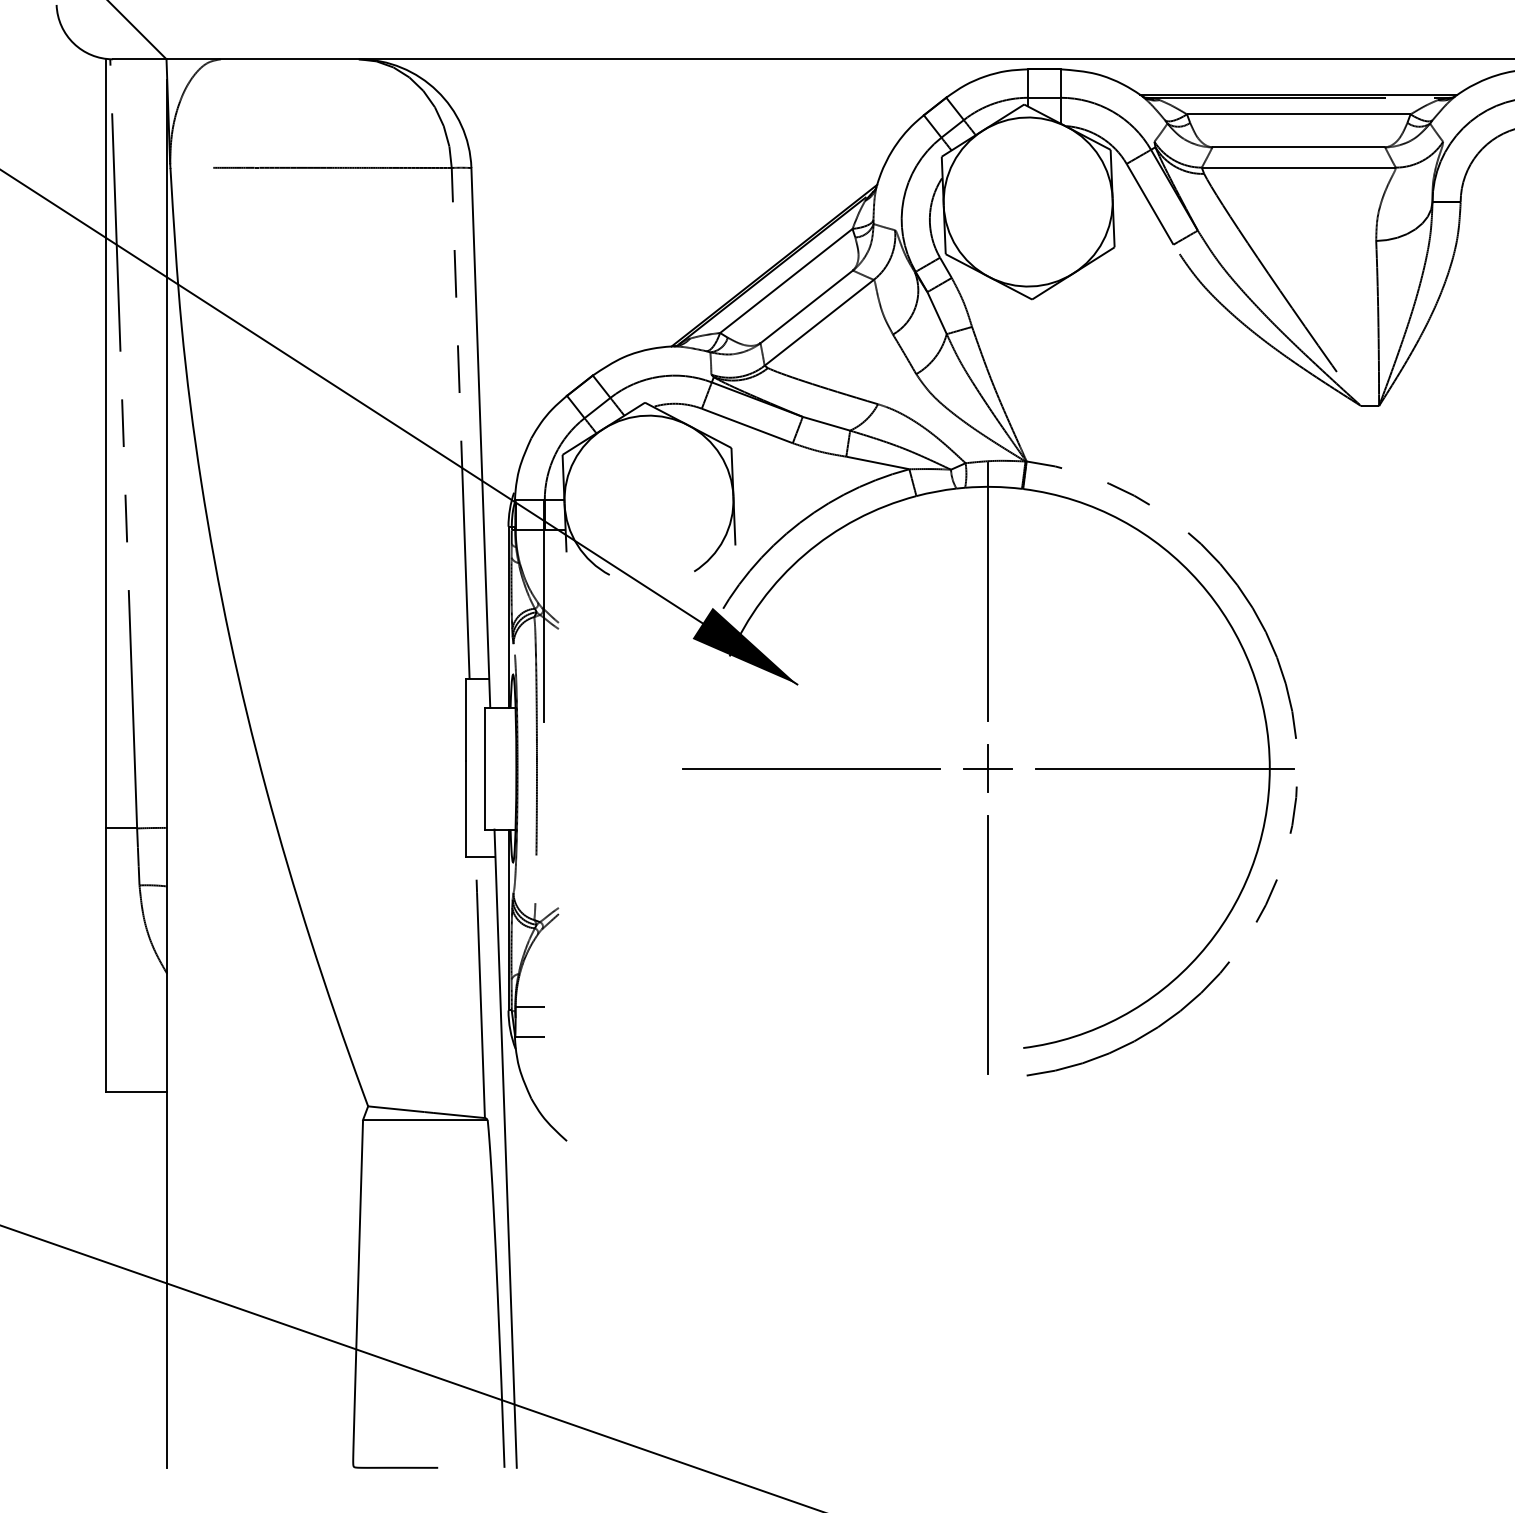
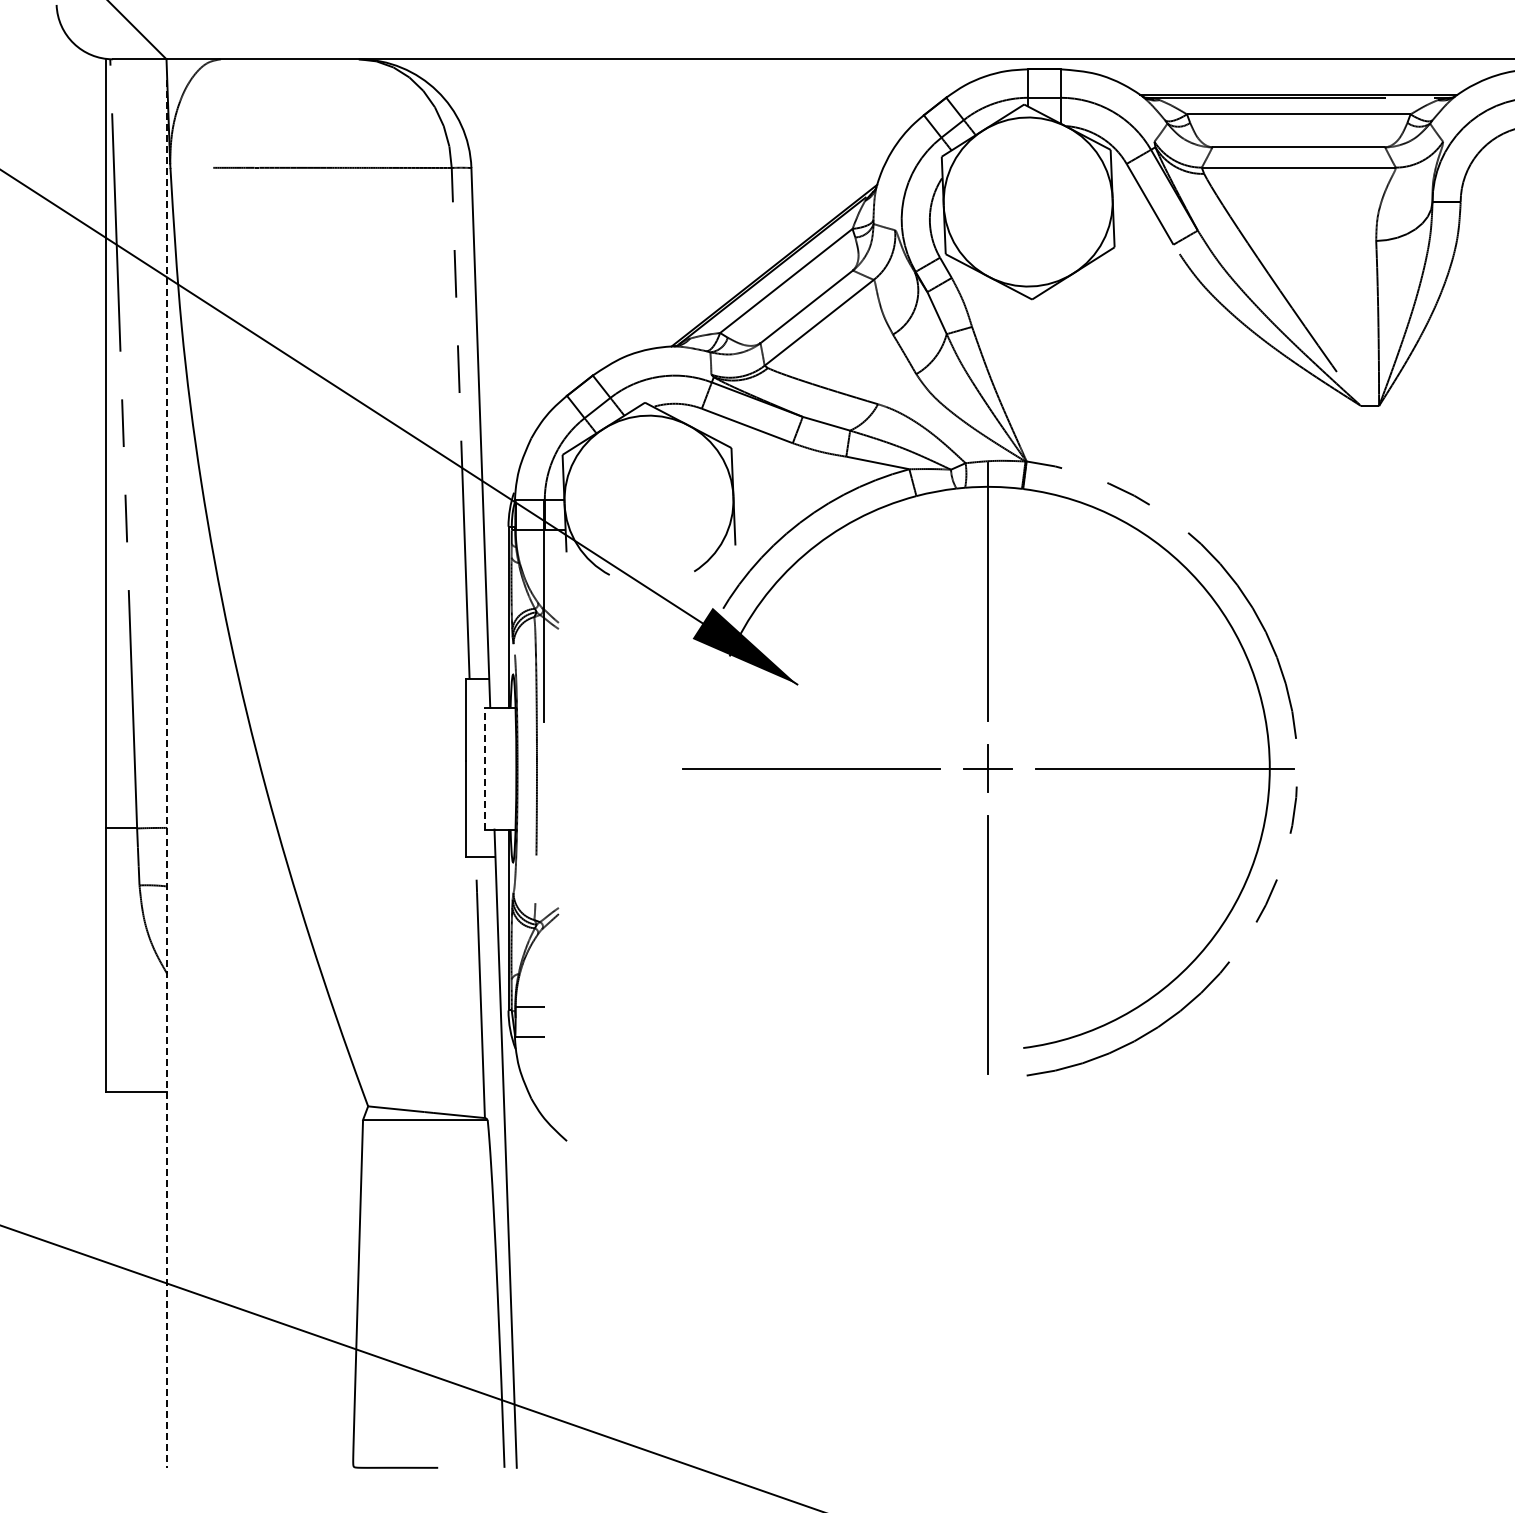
line at (484, 768): solid -> dashed
line at (167, 774): solid -> dashed
